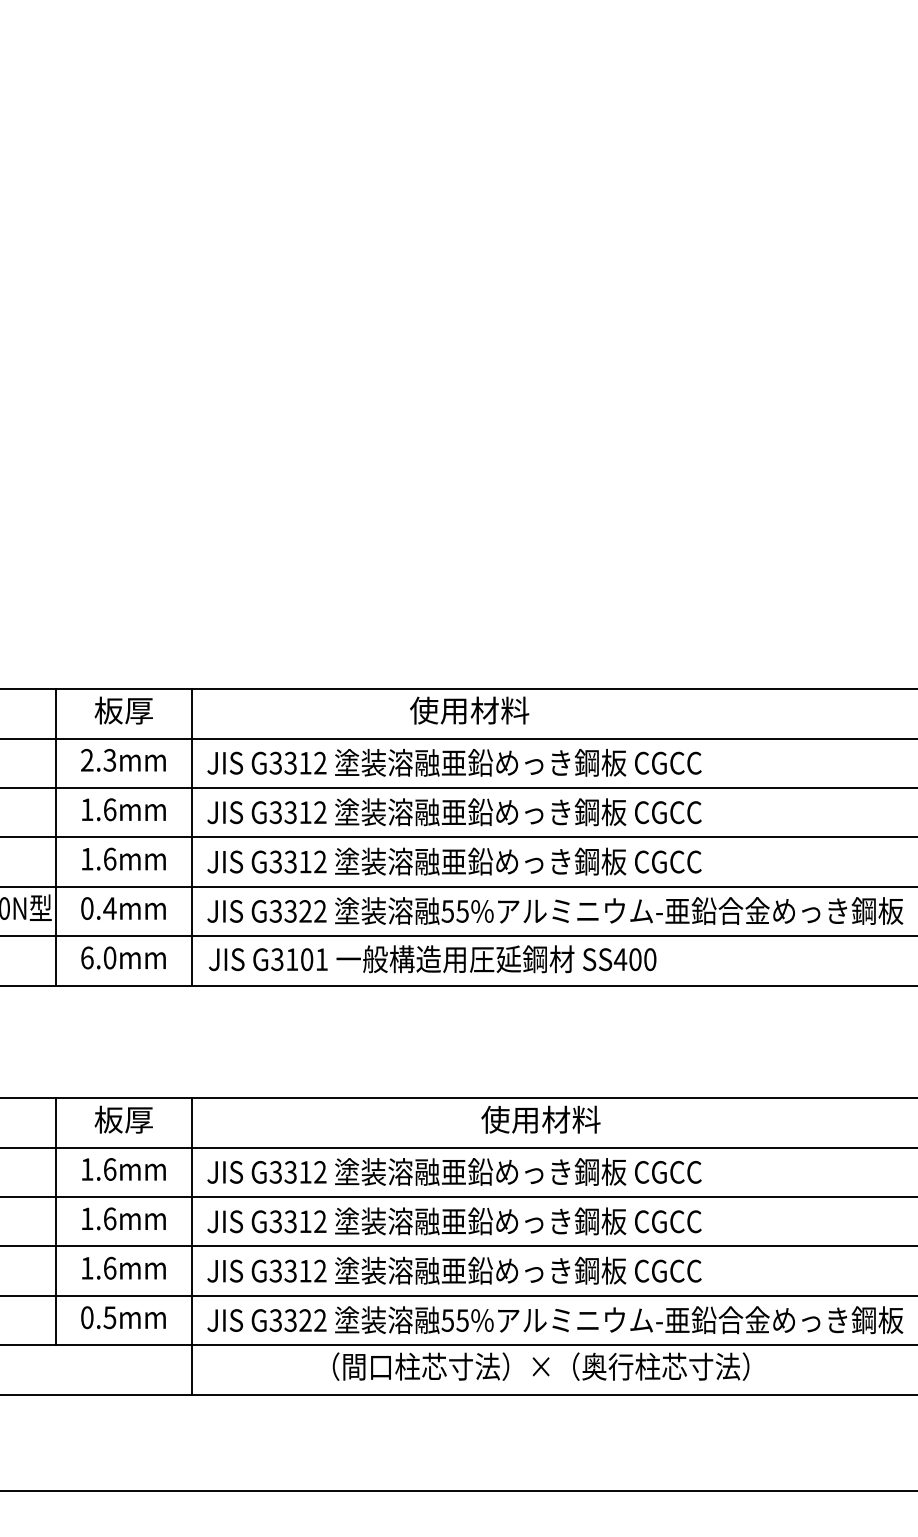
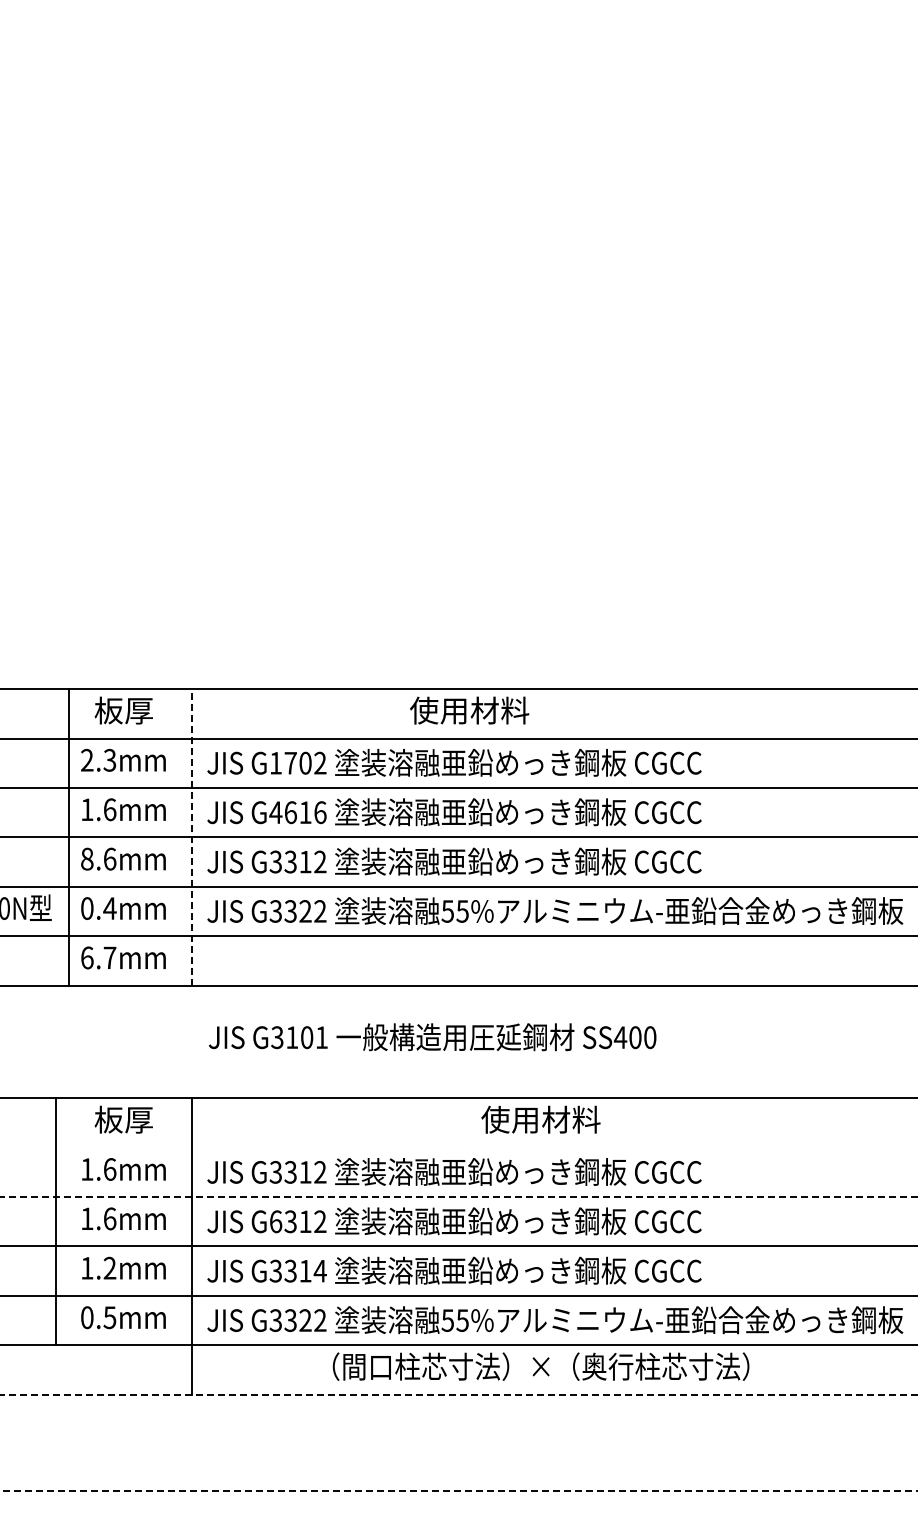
text at (290, 762): G3312 -> G1702
text at (297, 812): G3312 -> G4616
line at (191, 836): solid -> dashed
line at (56, 837) position: (56, 837) -> (69, 837)
text at (87, 858): 1.6mm -> 8.6mm
text at (109, 957): 6.0mm -> 6.7mm
text at (432, 959) position: (432, 959) -> (432, 1037)
line at (458, 1147): present -> none
line at (459, 1197): solid -> dashed
text at (275, 1221): G3312 -> G6312
text at (109, 1267): 1.6mm -> 1.2mm
text at (319, 1270): G3312 -> G3314
line at (459, 1394): solid -> dashed
line at (459, 1490): solid -> dashed
